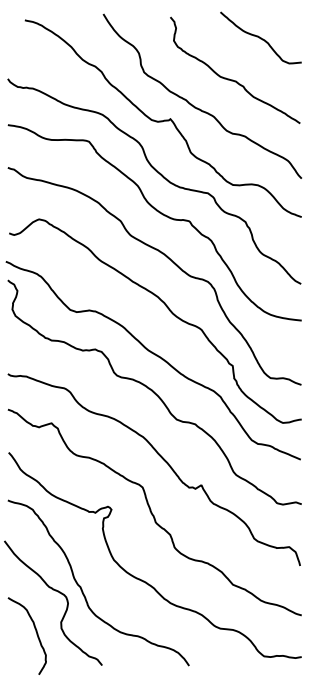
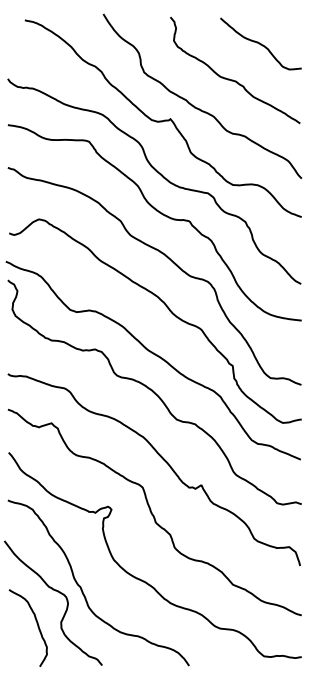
curve at (260, 37) position: (260, 37) -> (260, 43)
curve at (35, 631) position: (35, 631) -> (36, 623)
